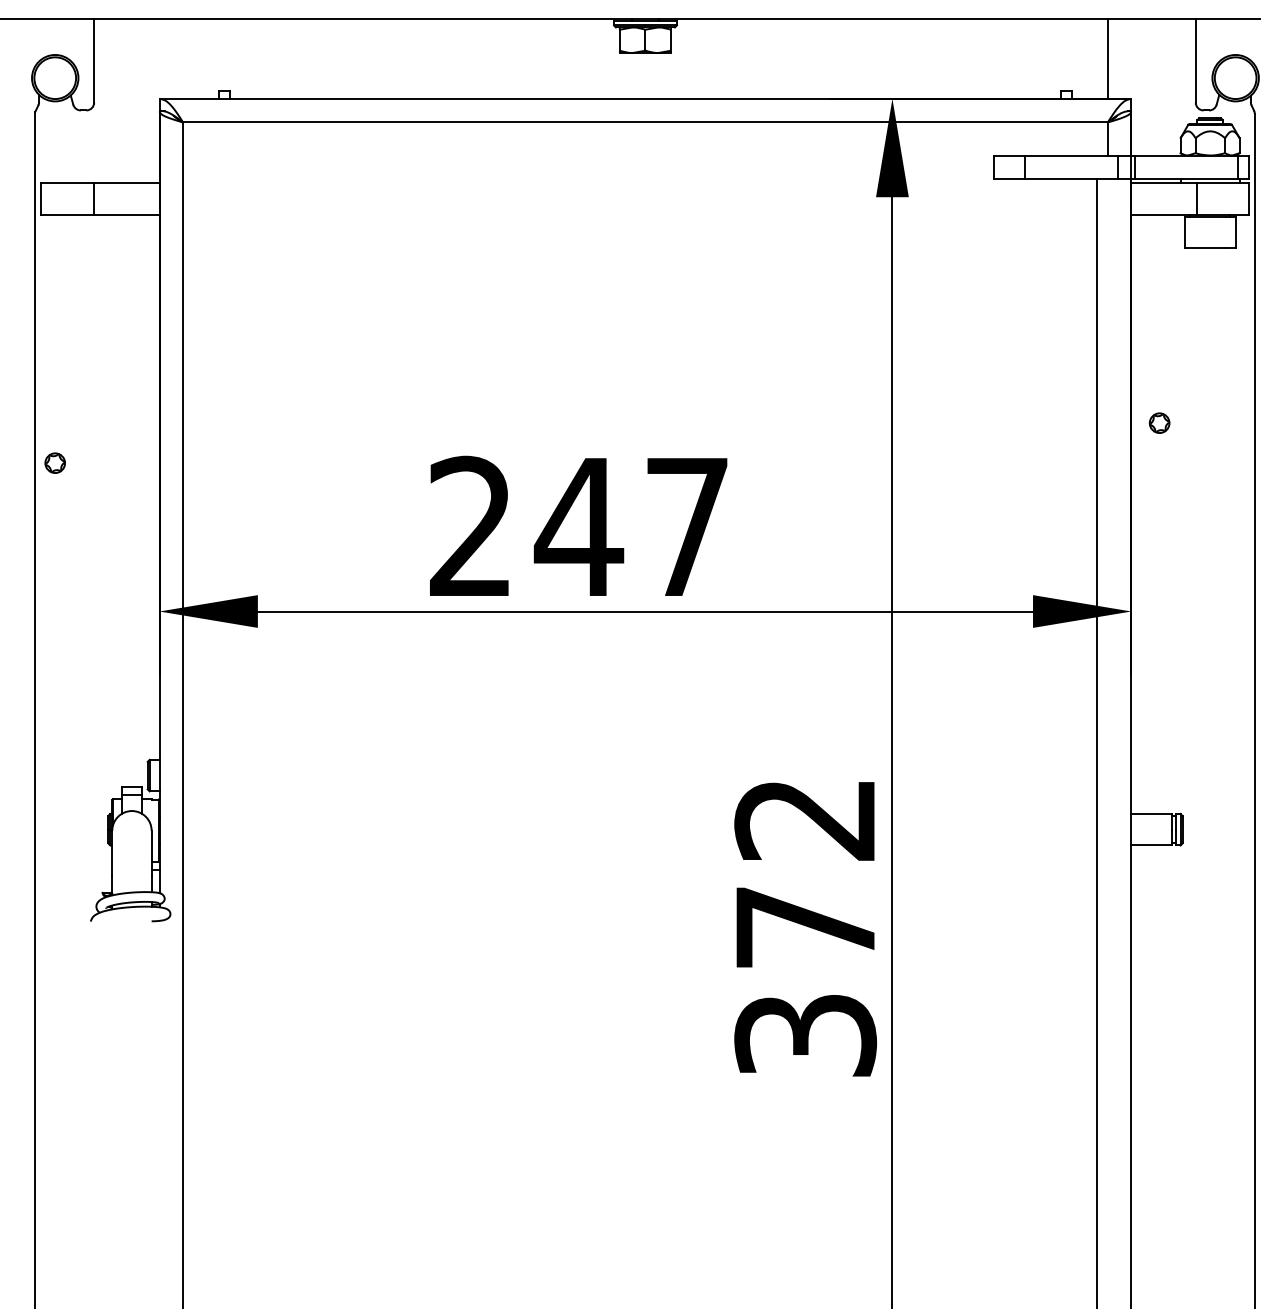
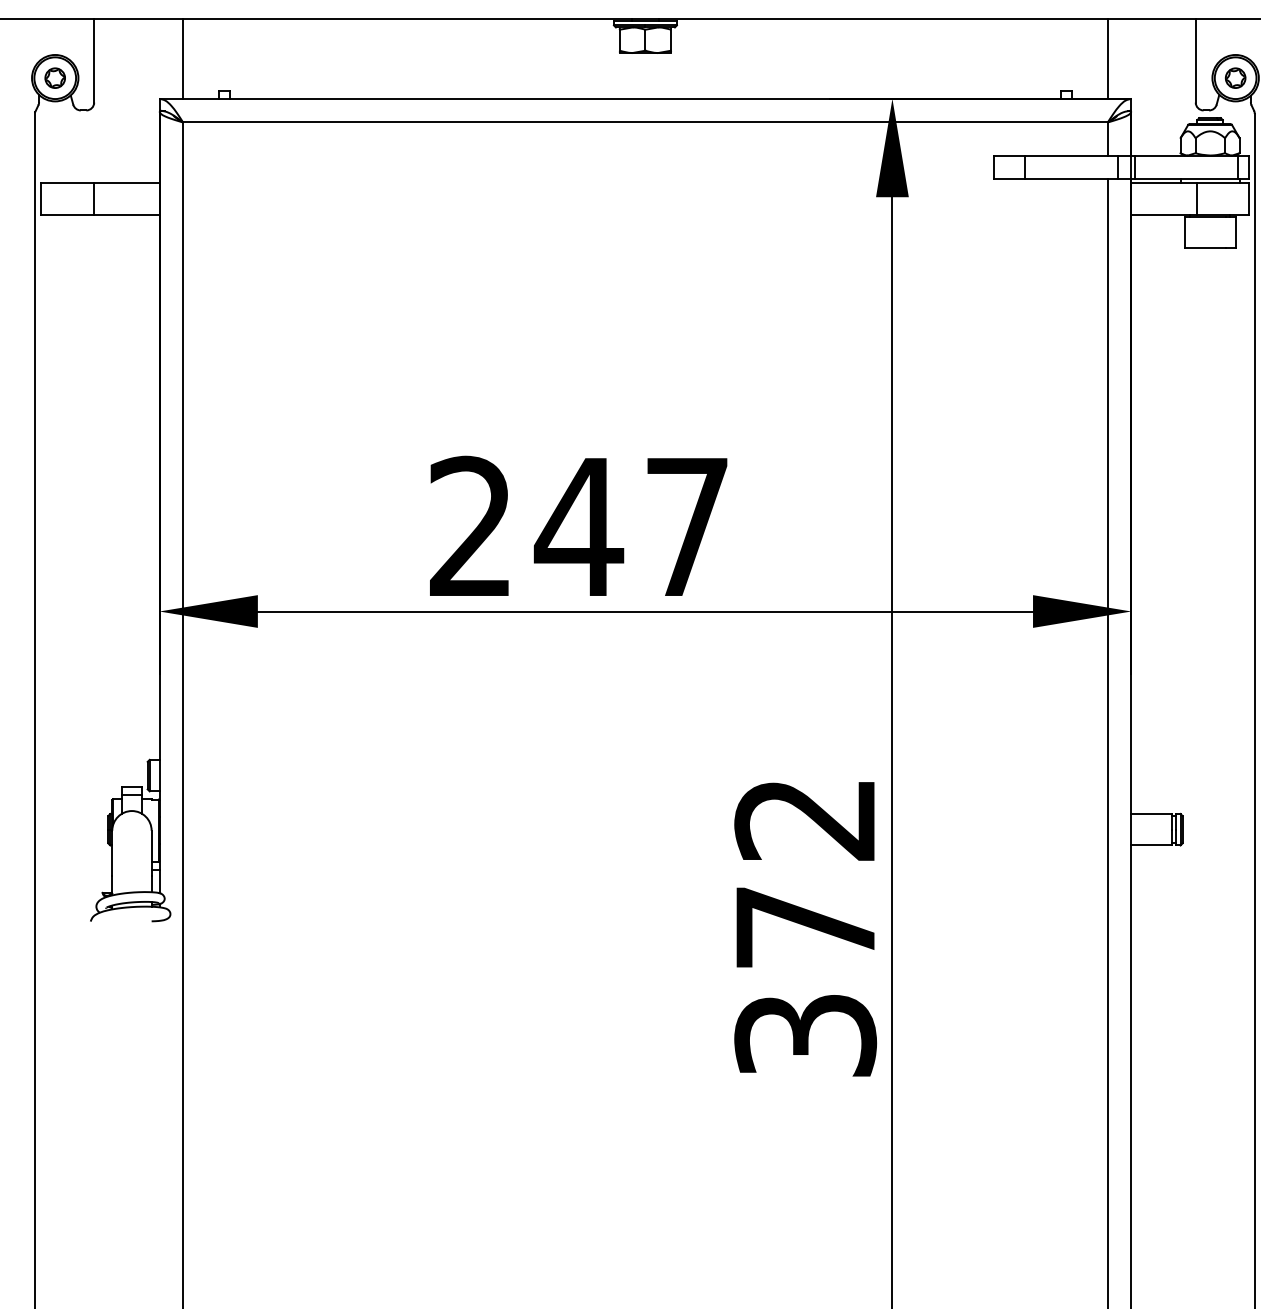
line at (183, 58): none -> present
part at (1159, 422) position: (1159, 422) -> (1235, 77)
part at (54, 462) position: (54, 462) -> (54, 77)
line at (1096, 742) position: (1096, 742) -> (1107, 742)
